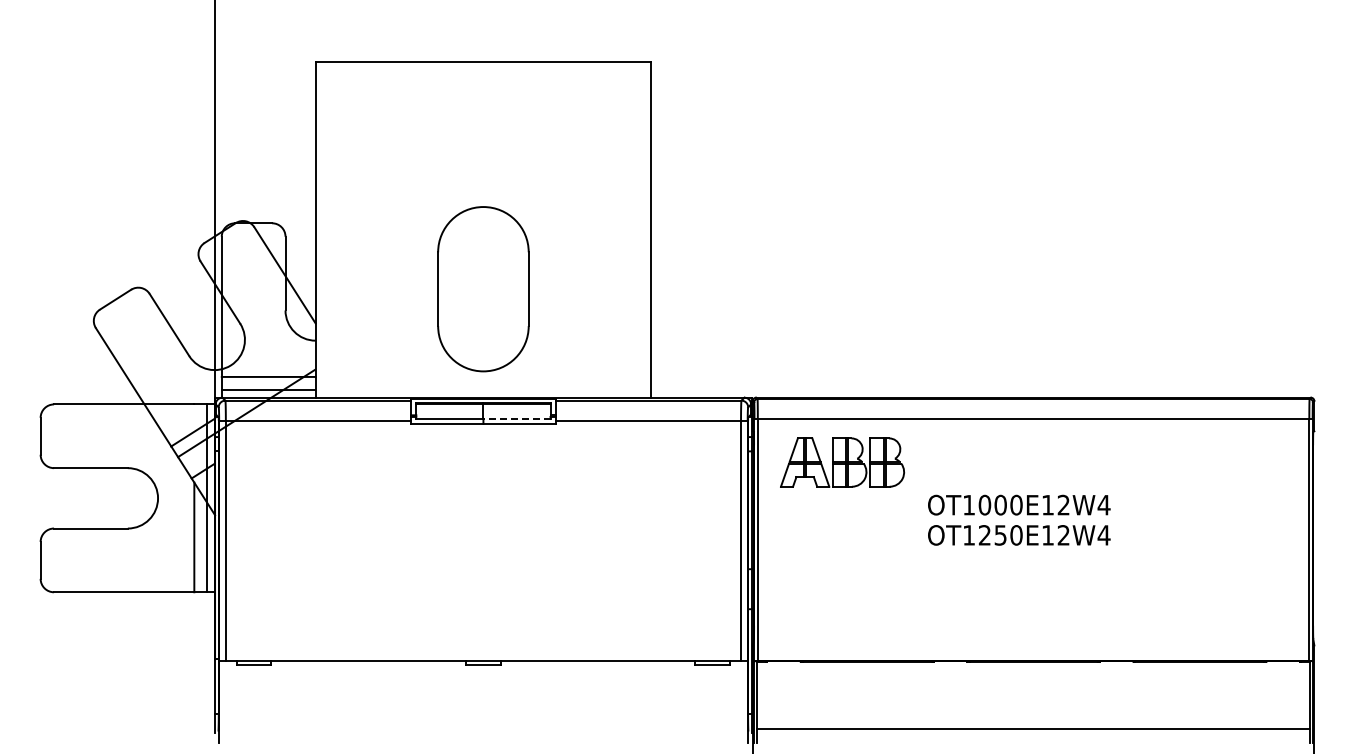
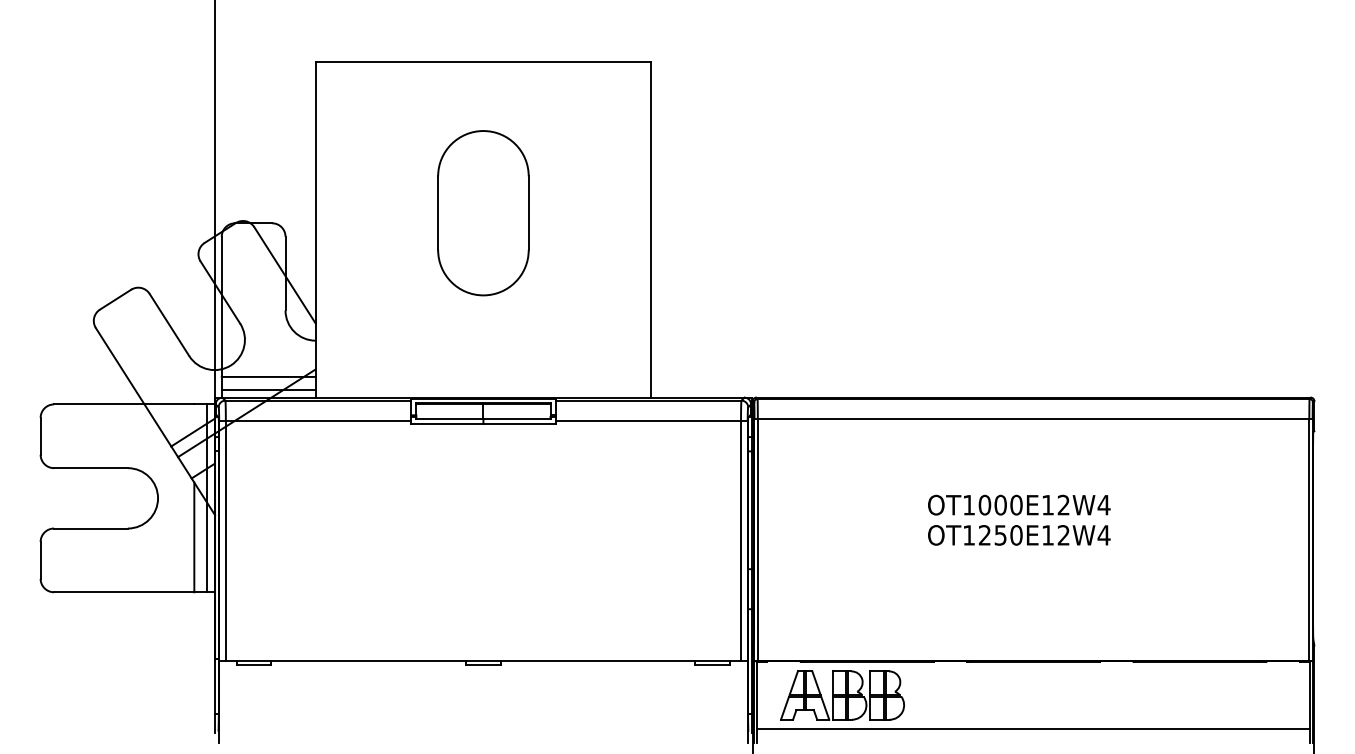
part at (483, 289) position: (483, 289) -> (483, 213)
line at (516, 419): dashed -> solid
part at (842, 462) position: (842, 462) -> (842, 695)
